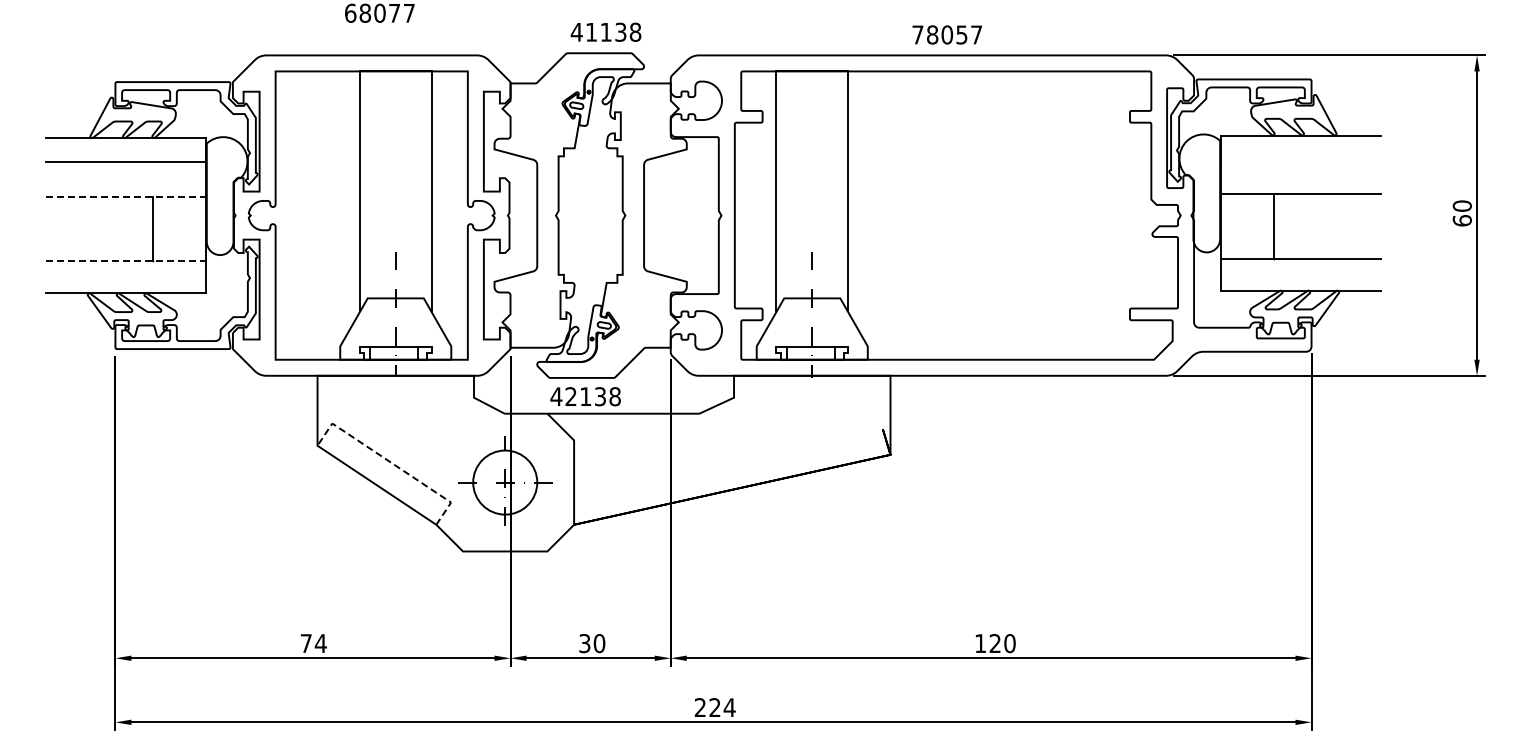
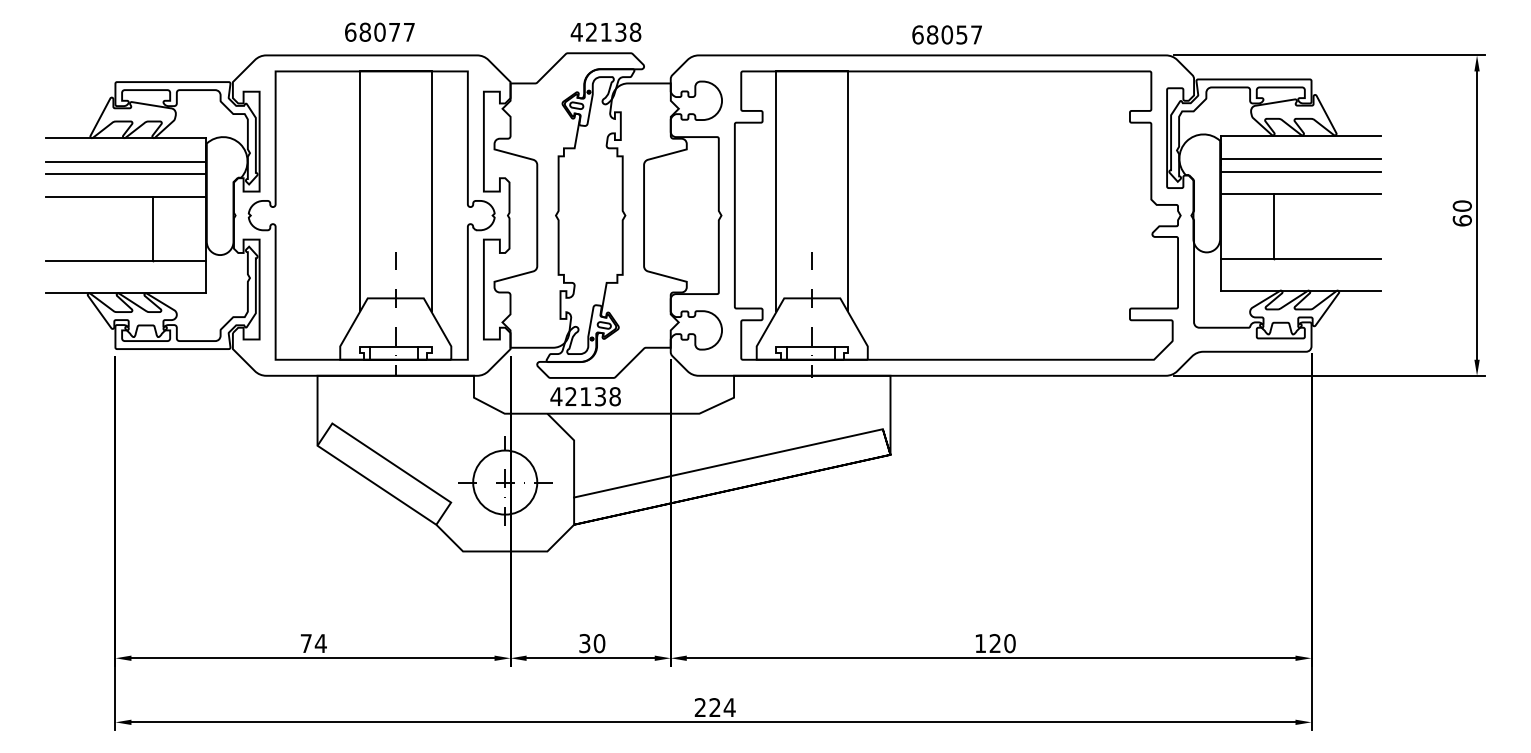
text at (379, 12) position: (379, 12) -> (379, 31)
text at (591, 31): 41138 -> 42138
text at (917, 34): 78057 -> 68057
line at (1300, 159): none -> present
line at (1300, 171): none -> present
line at (125, 174): none -> present
line at (126, 197): dashed -> solid
line at (126, 261): dashed -> solid
line at (391, 462): dashed -> solid
line at (728, 463): none -> present
